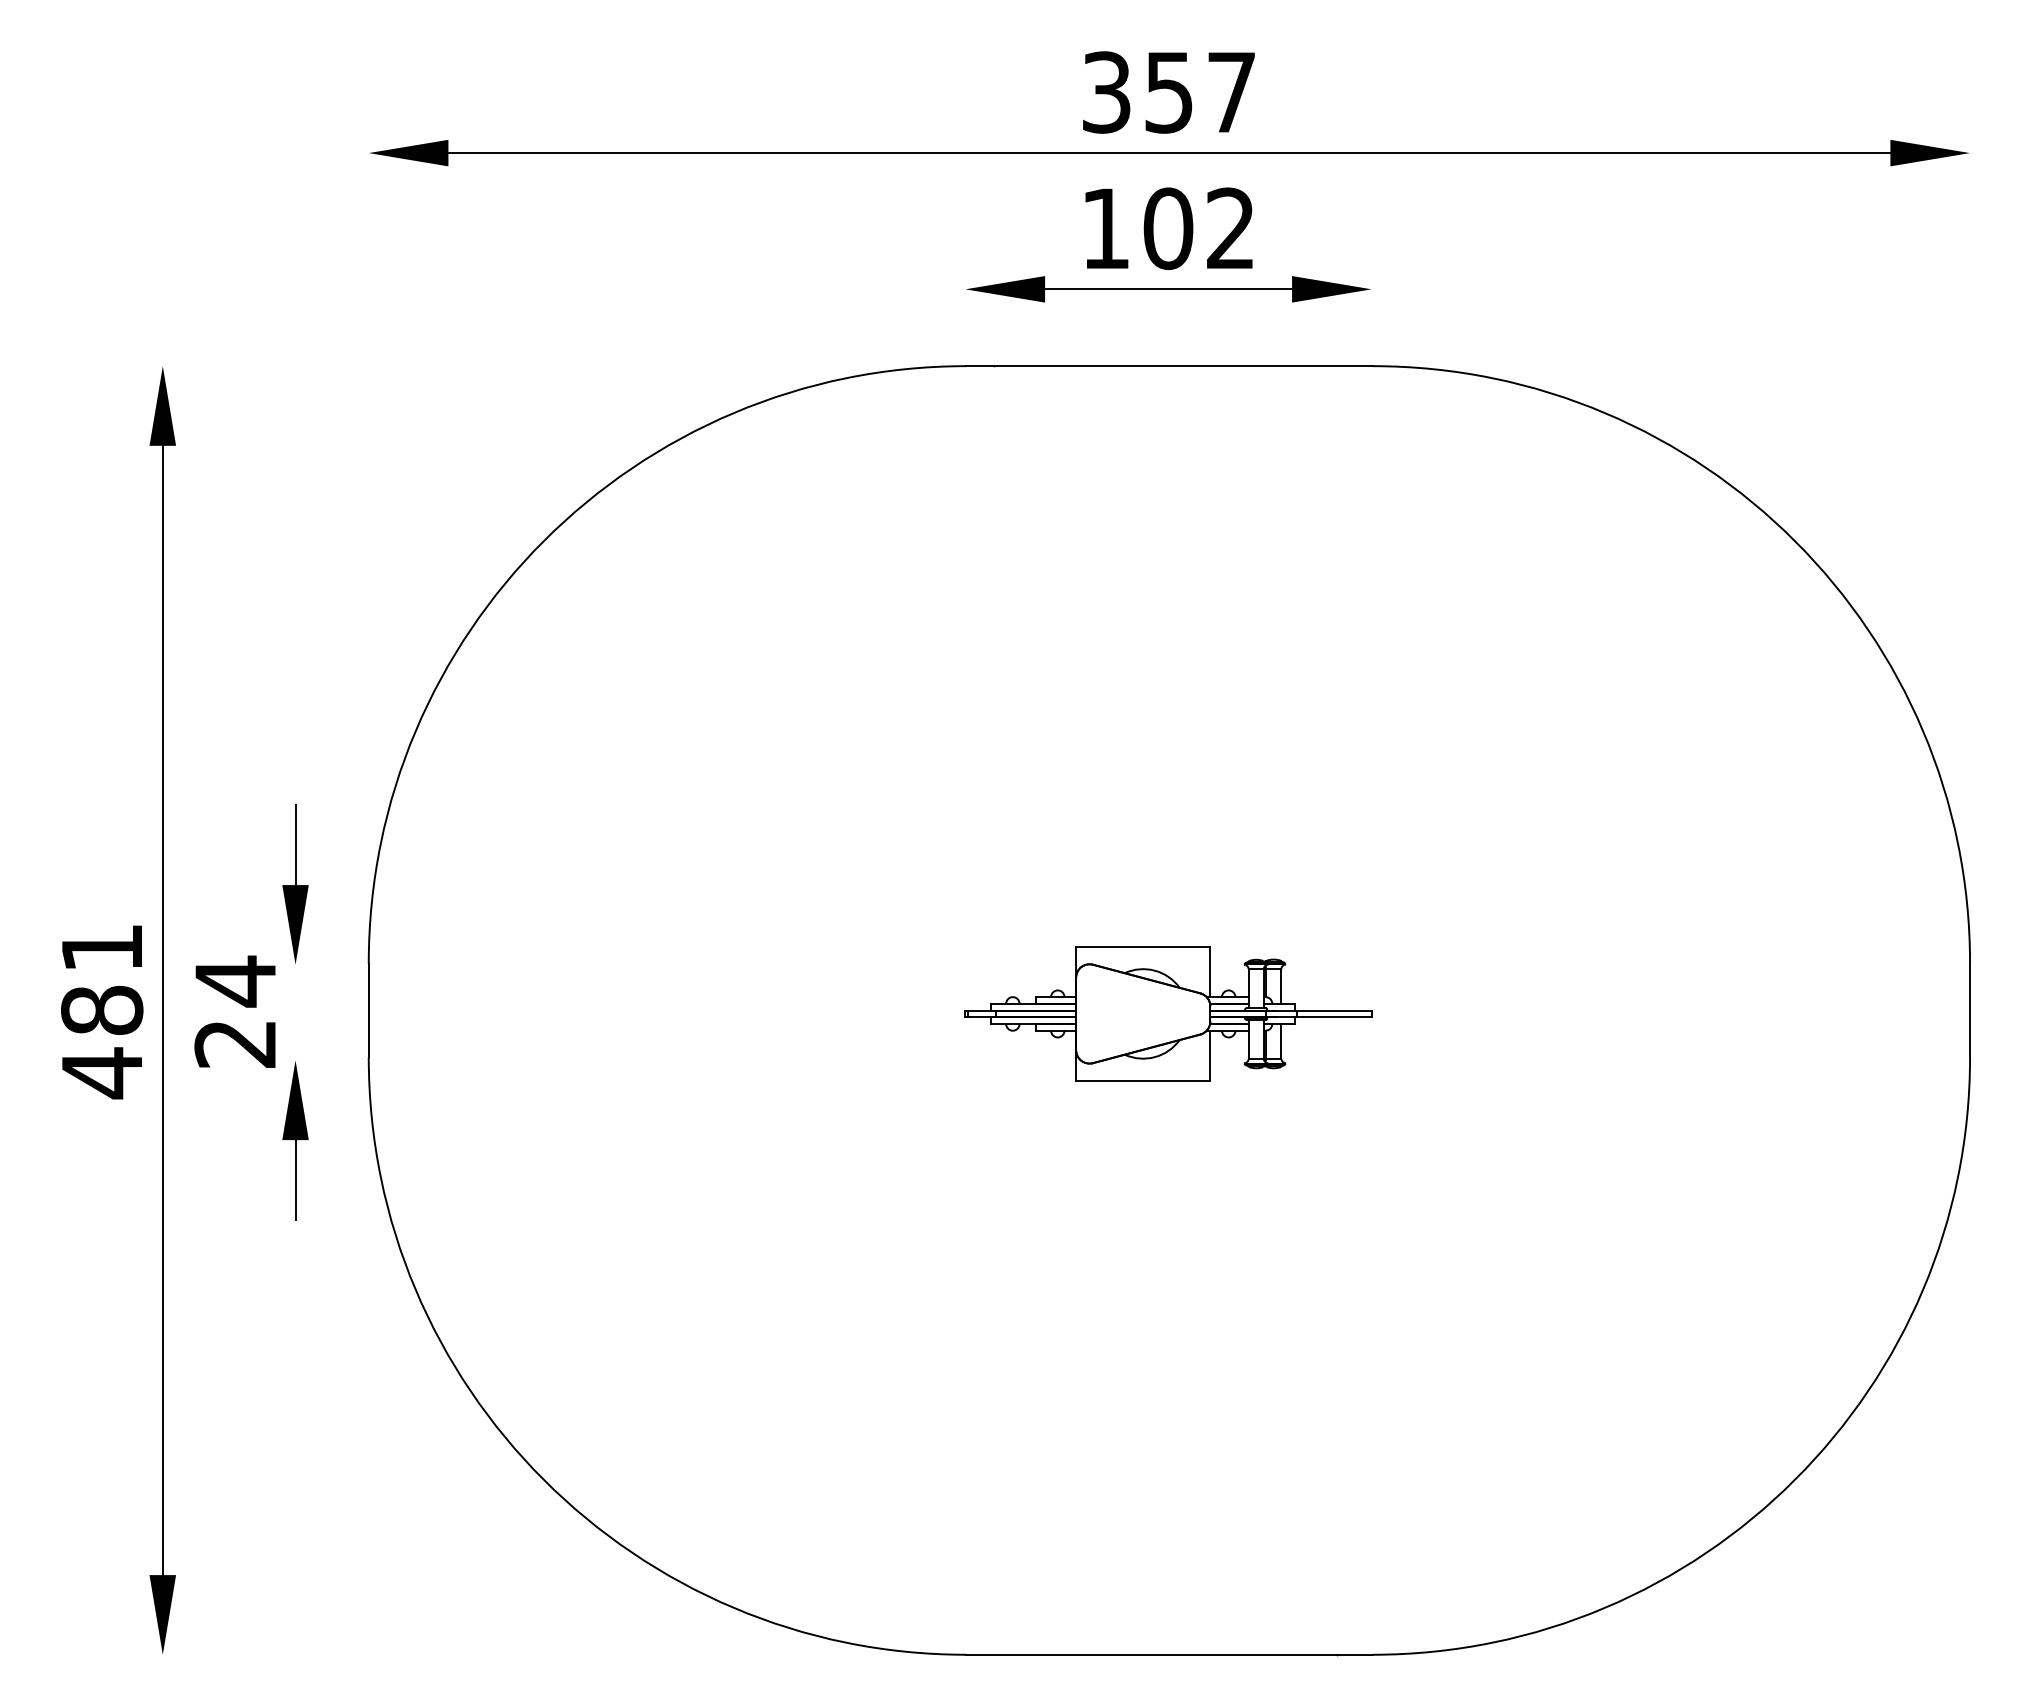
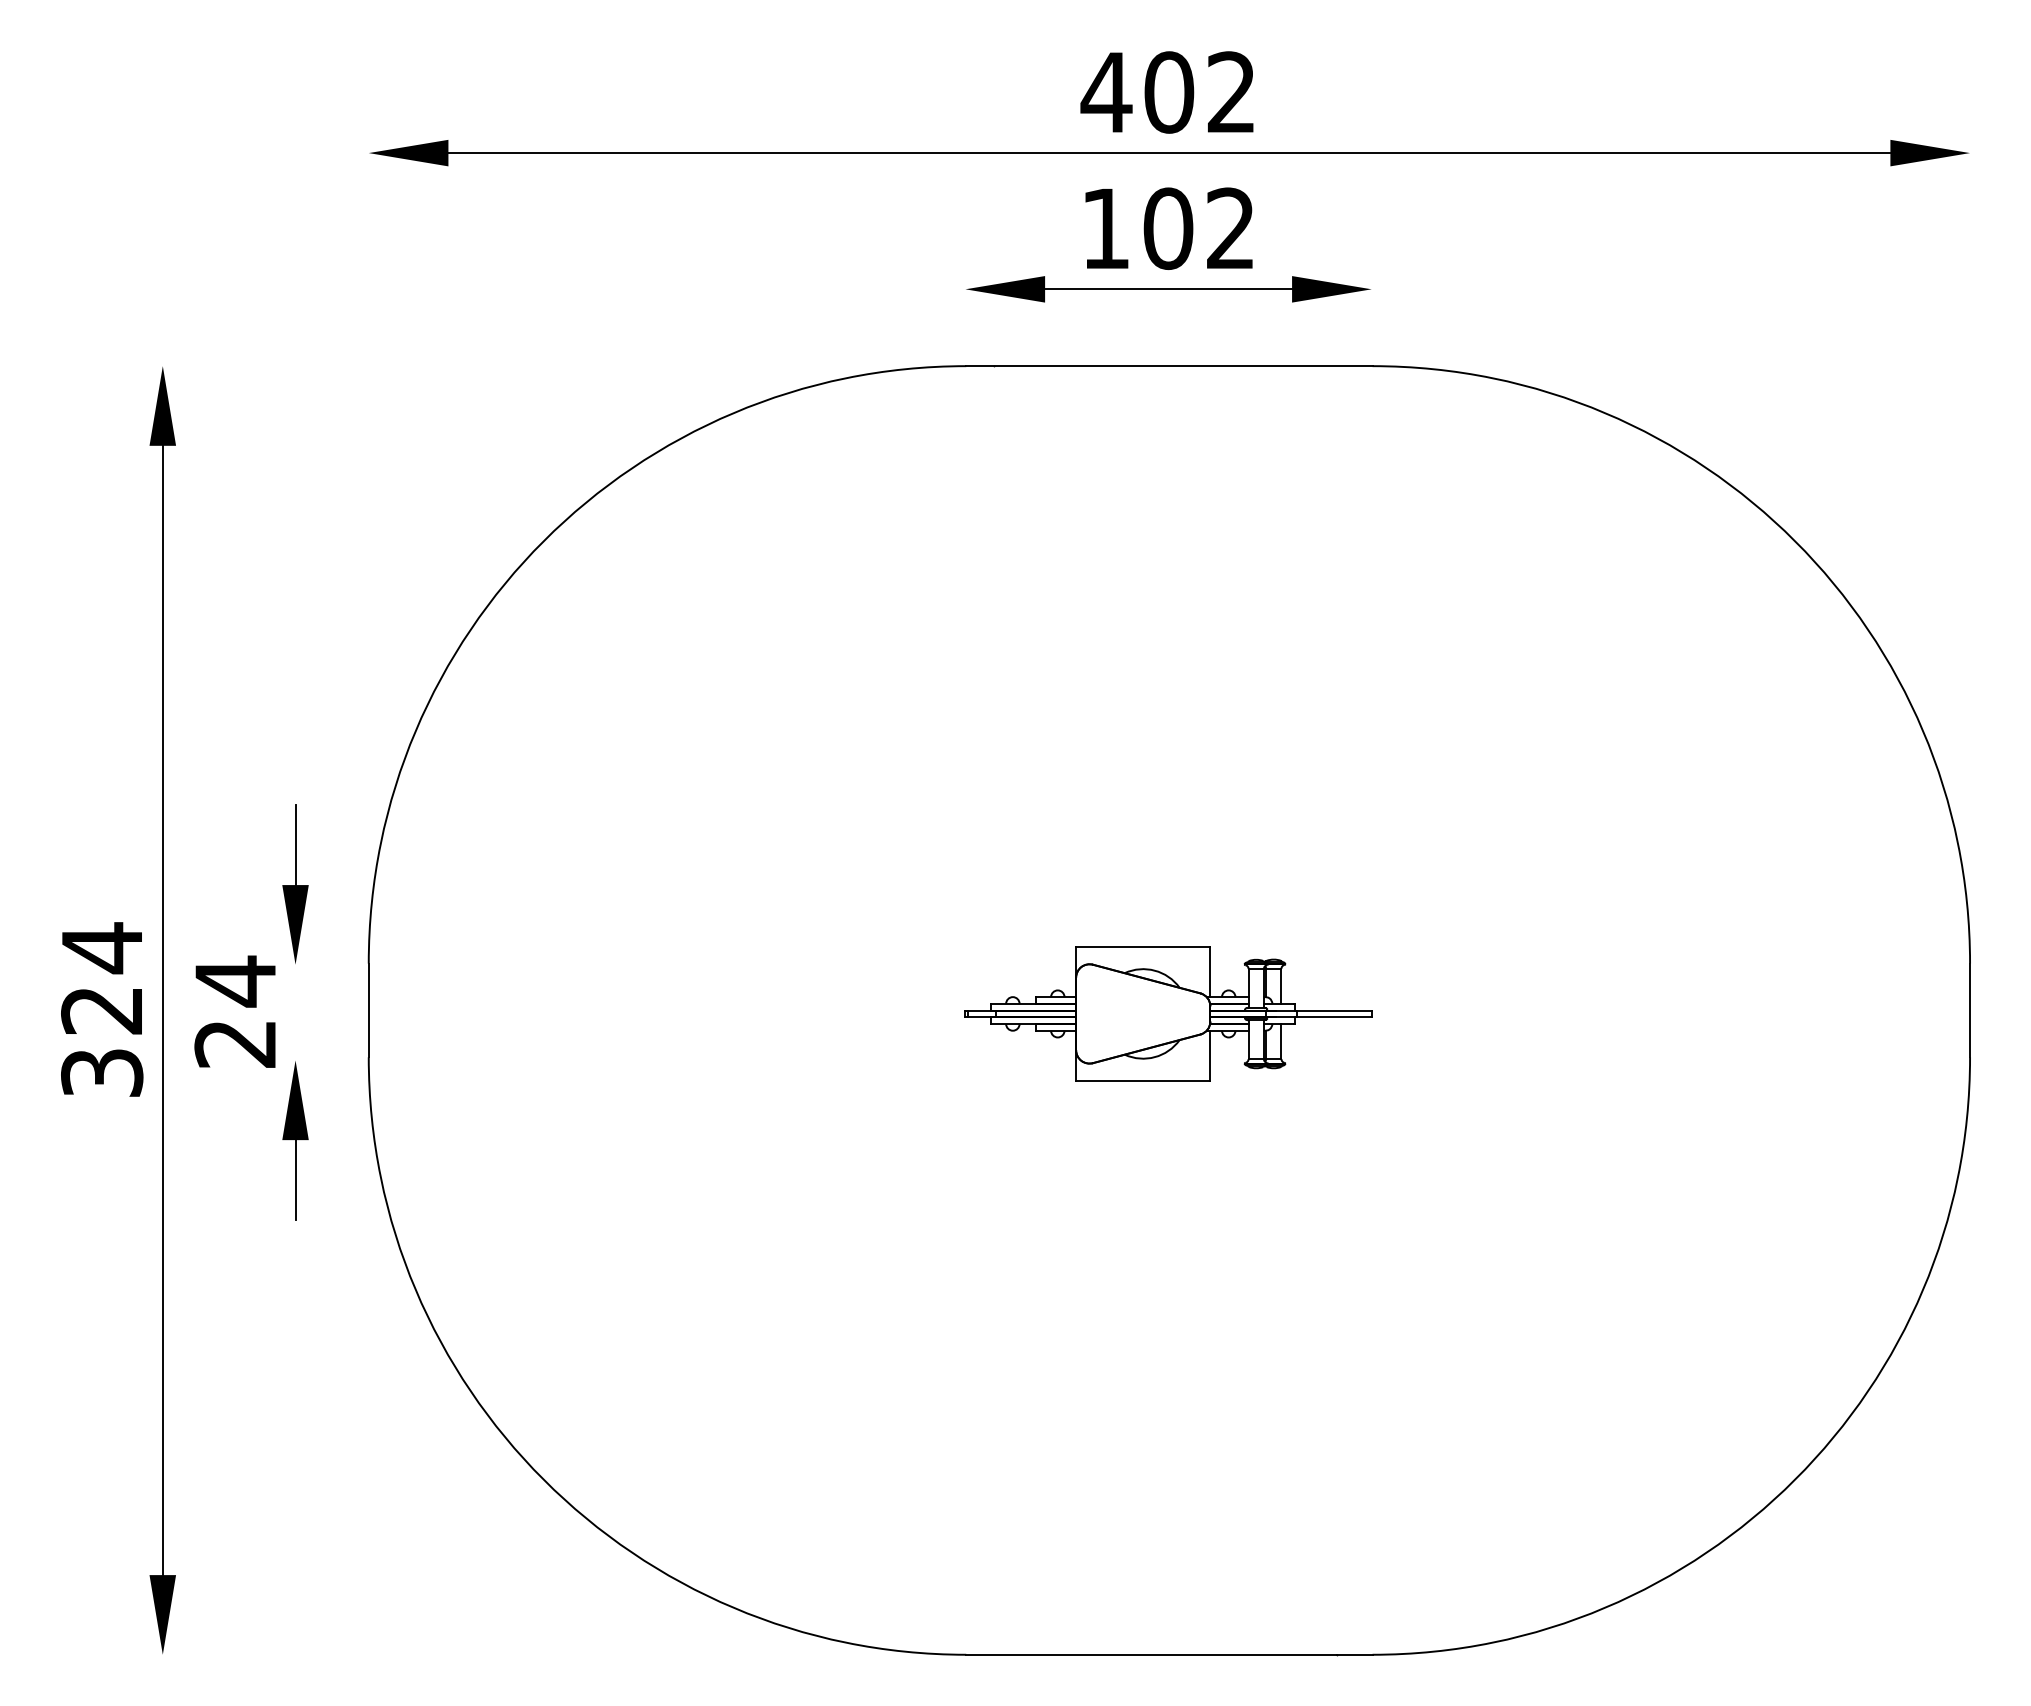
text at (1167, 92): 357 -> 402
text at (102, 1010): 481 -> 324
